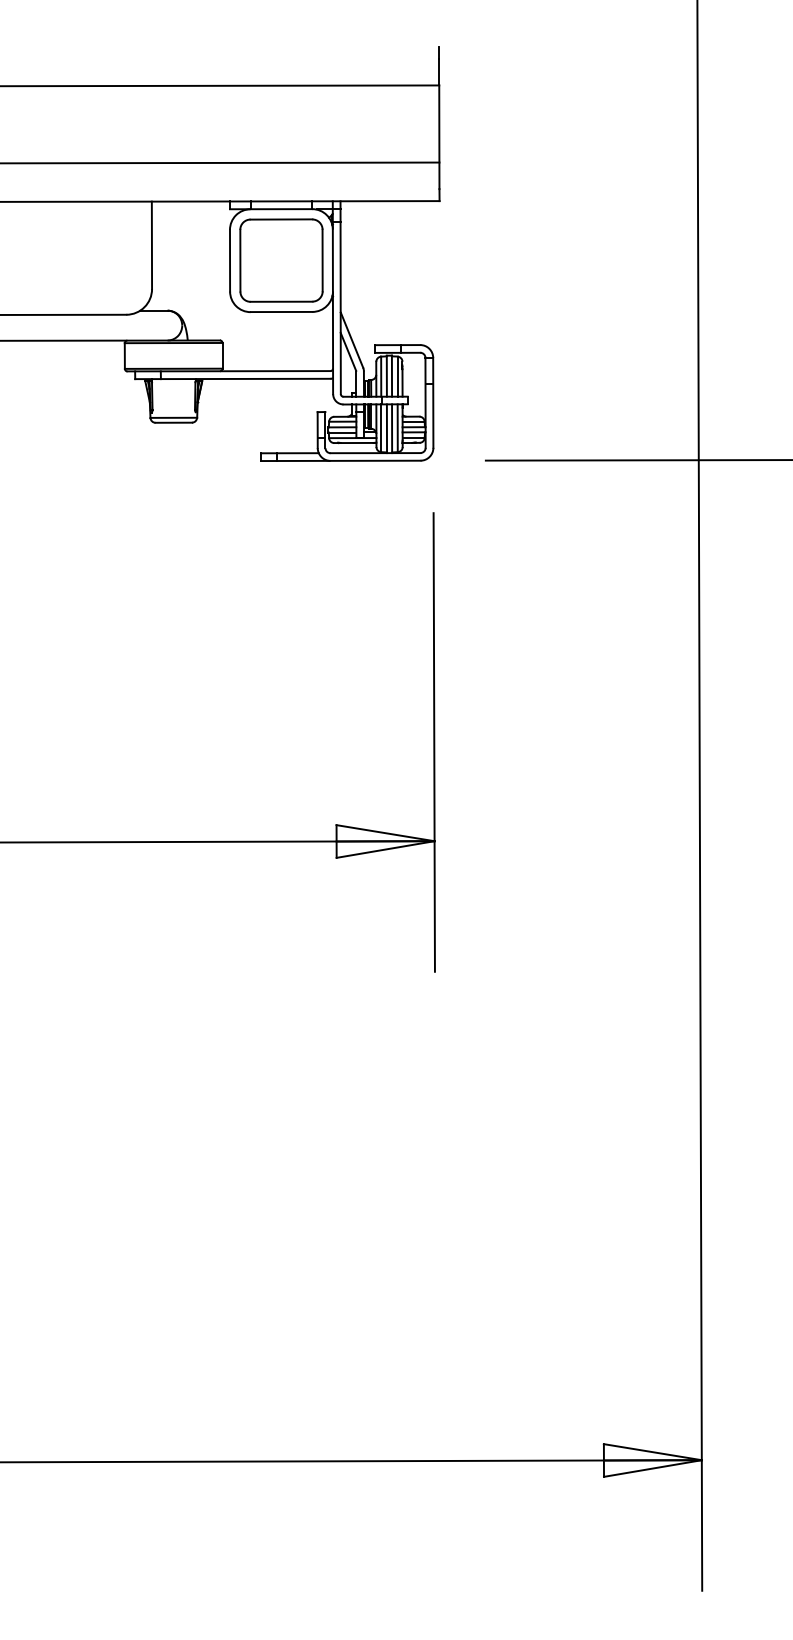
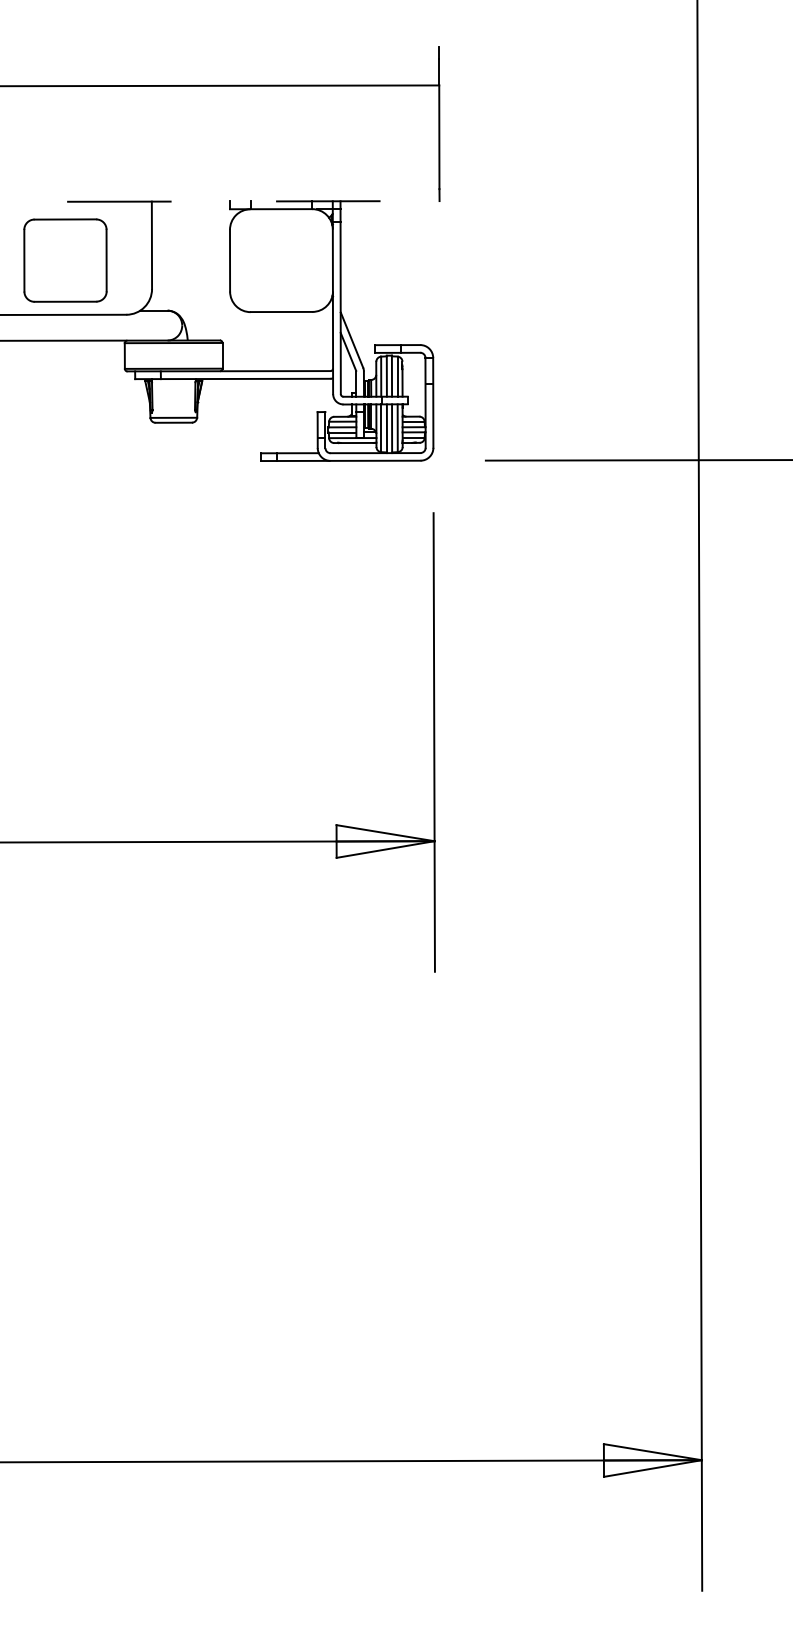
line at (220, 162): present -> none
line at (220, 201): solid -> dashed
part at (281, 260) position: (281, 260) -> (65, 260)
